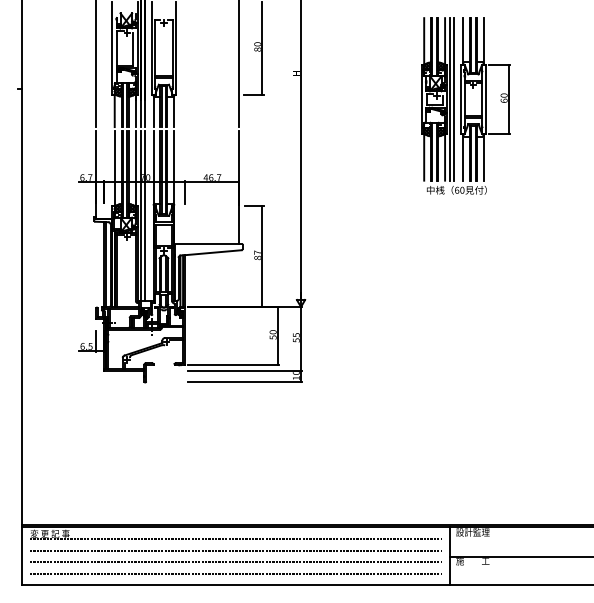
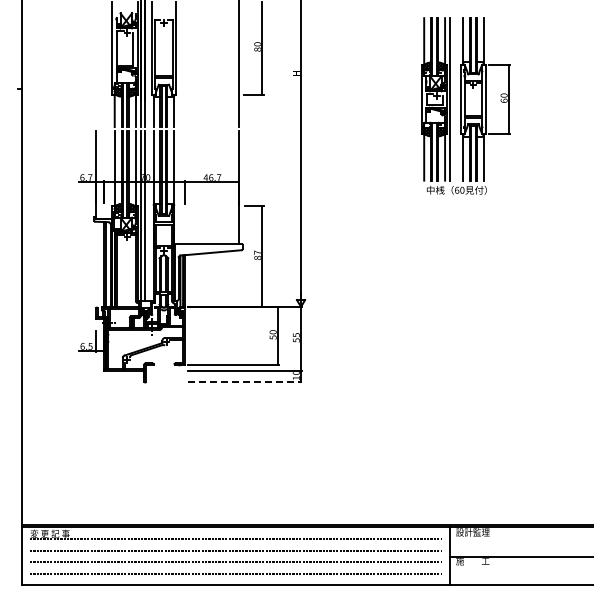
line at (95, 64): present -> none
line at (454, 99): present -> none
line at (245, 382): solid -> dashed
